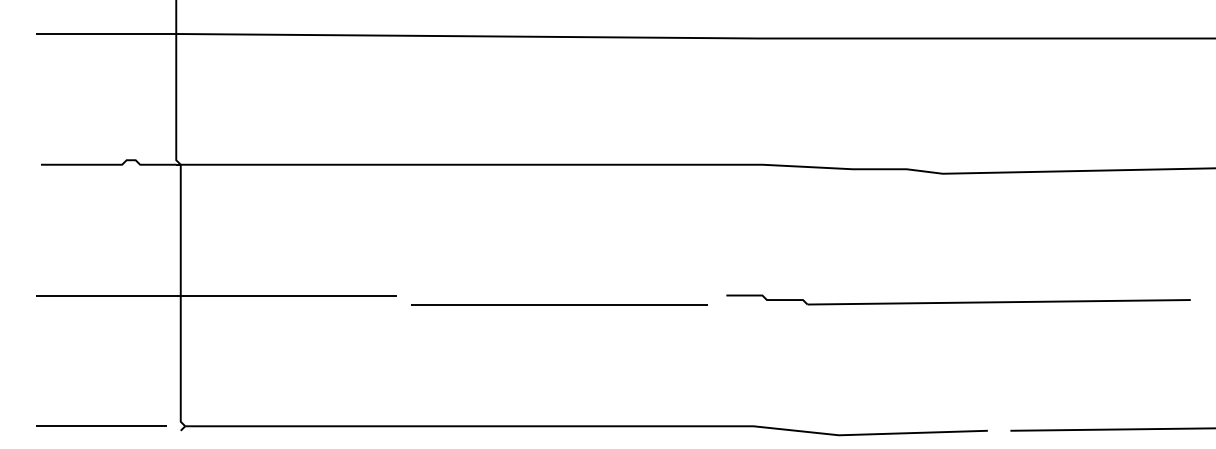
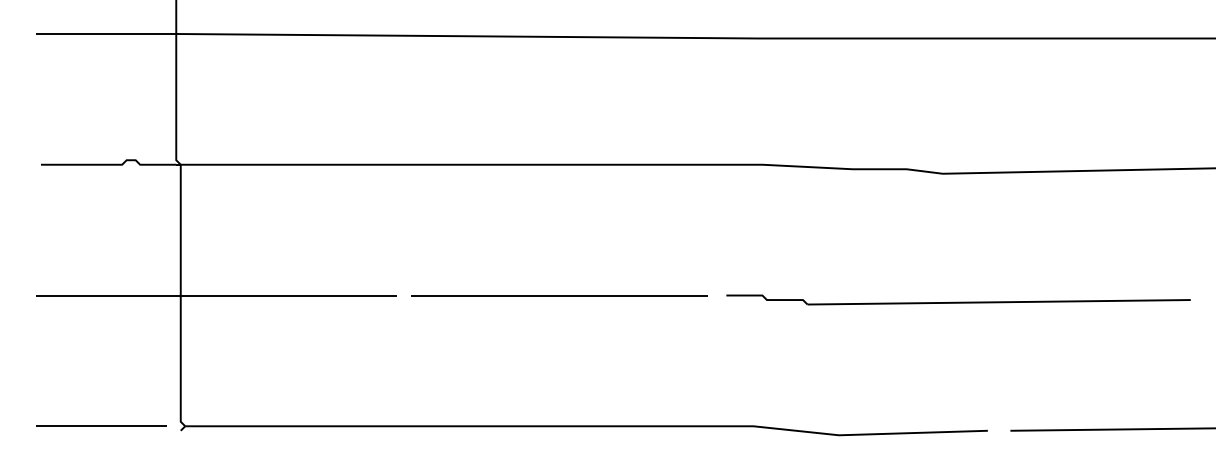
line at (559, 304) position: (559, 304) -> (559, 295)
